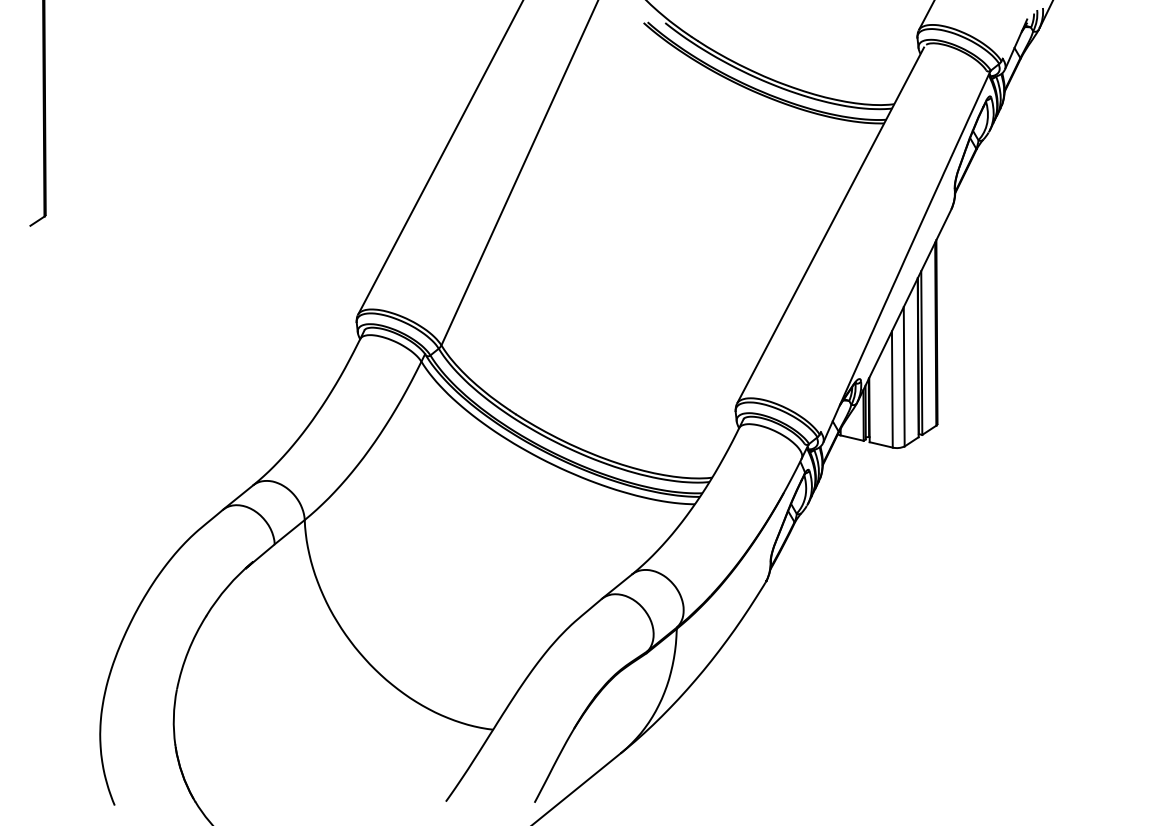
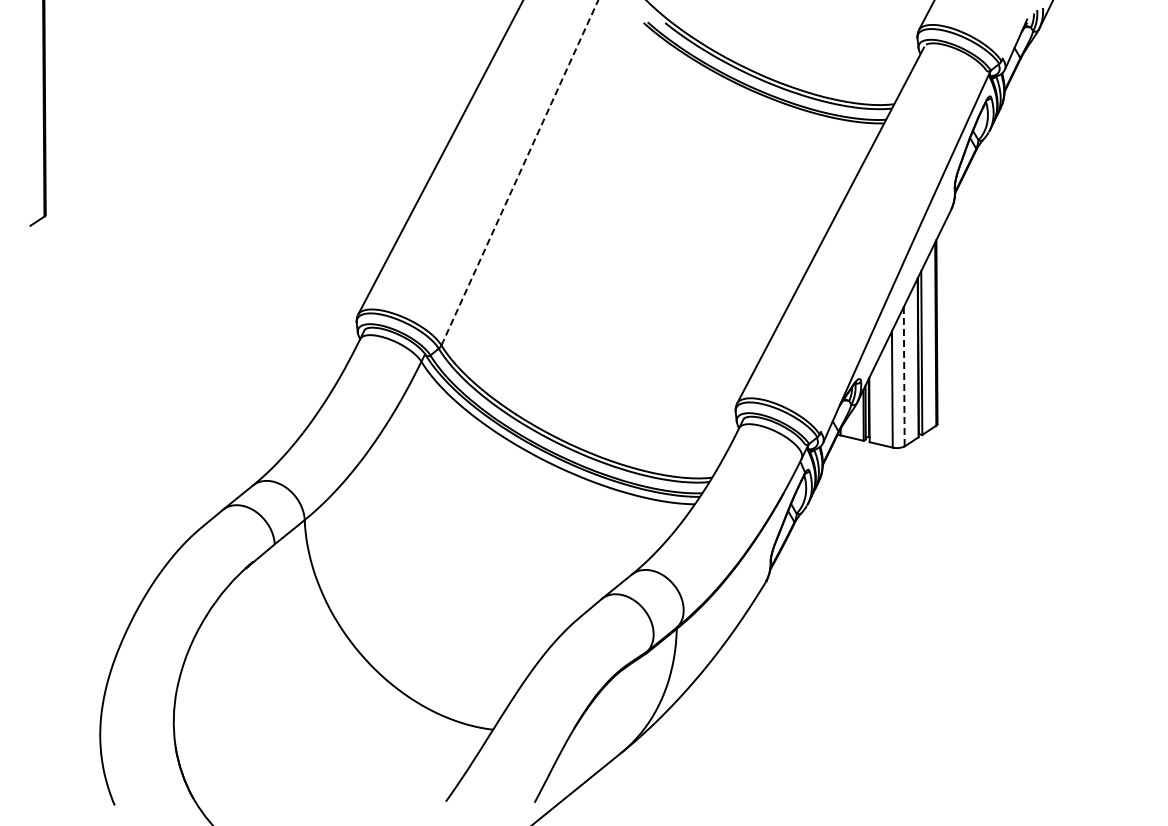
line at (519, 172): solid -> dashed
line at (904, 376): solid -> dashed
